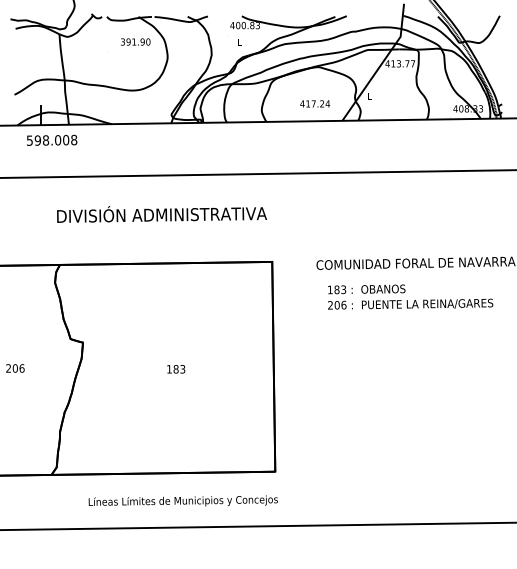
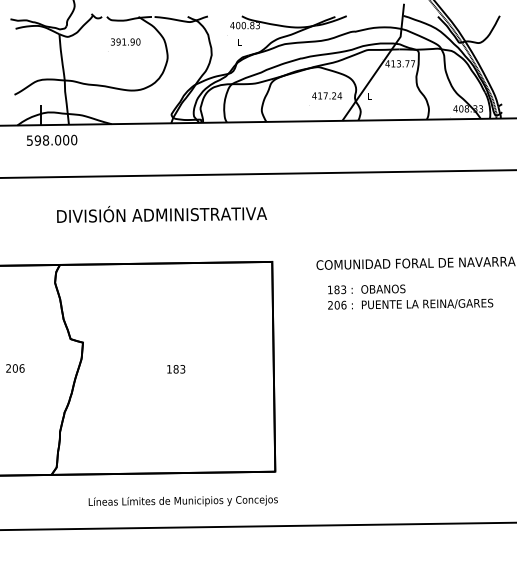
text at (135, 41) position: (135, 41) -> (125, 41)
text at (315, 103) position: (315, 103) -> (327, 95)
text at (74, 140): 598.008 -> 598.000
